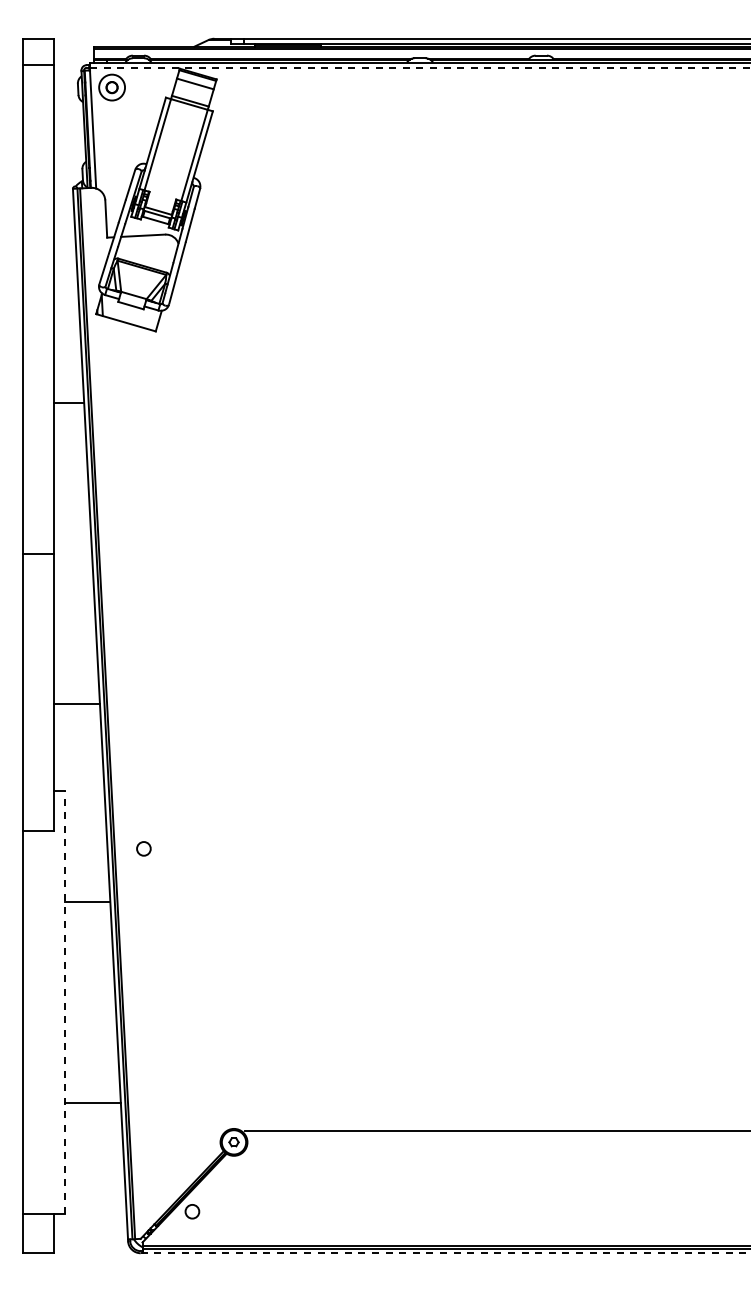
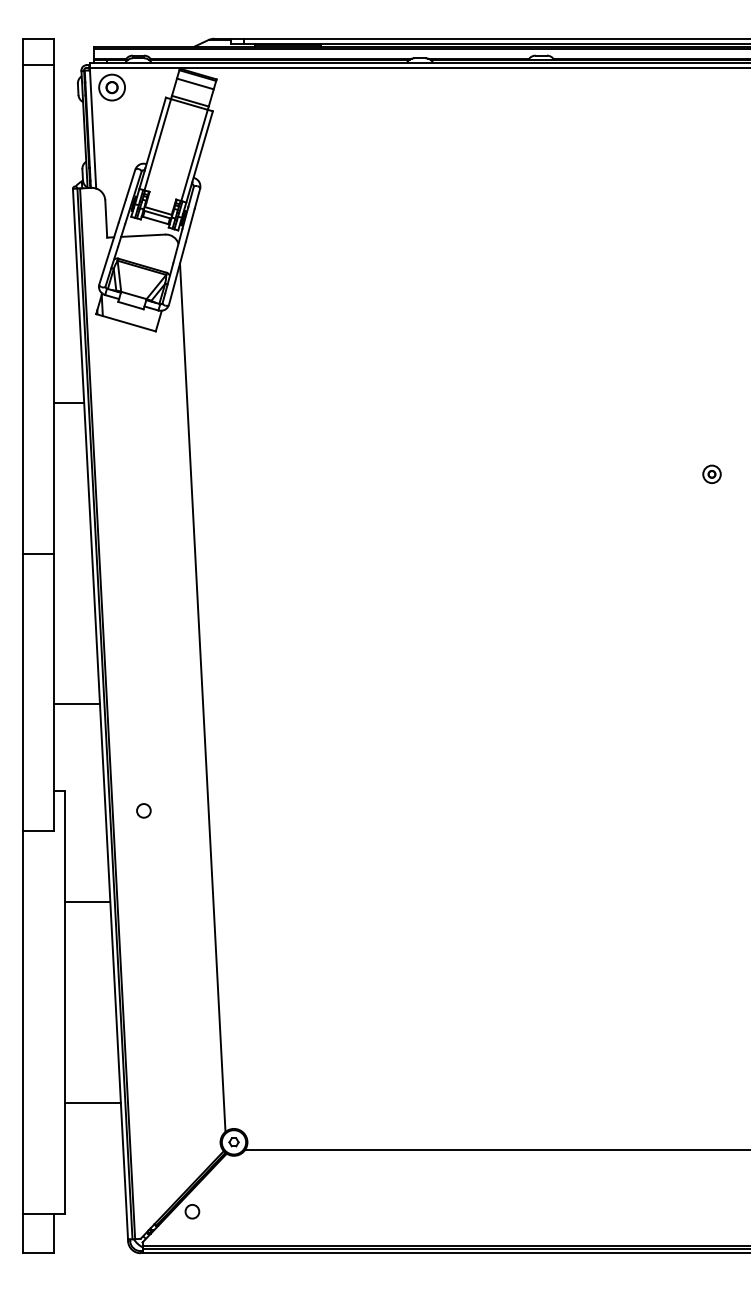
line at (420, 67): dashed -> solid
part at (711, 473): none -> present
line at (202, 697): none -> present
circle at (143, 848) position: (143, 848) -> (143, 810)
line at (64, 1001): dashed -> solid
line at (495, 1131) position: (495, 1131) -> (495, 1150)
line at (445, 1253): dashed -> solid
